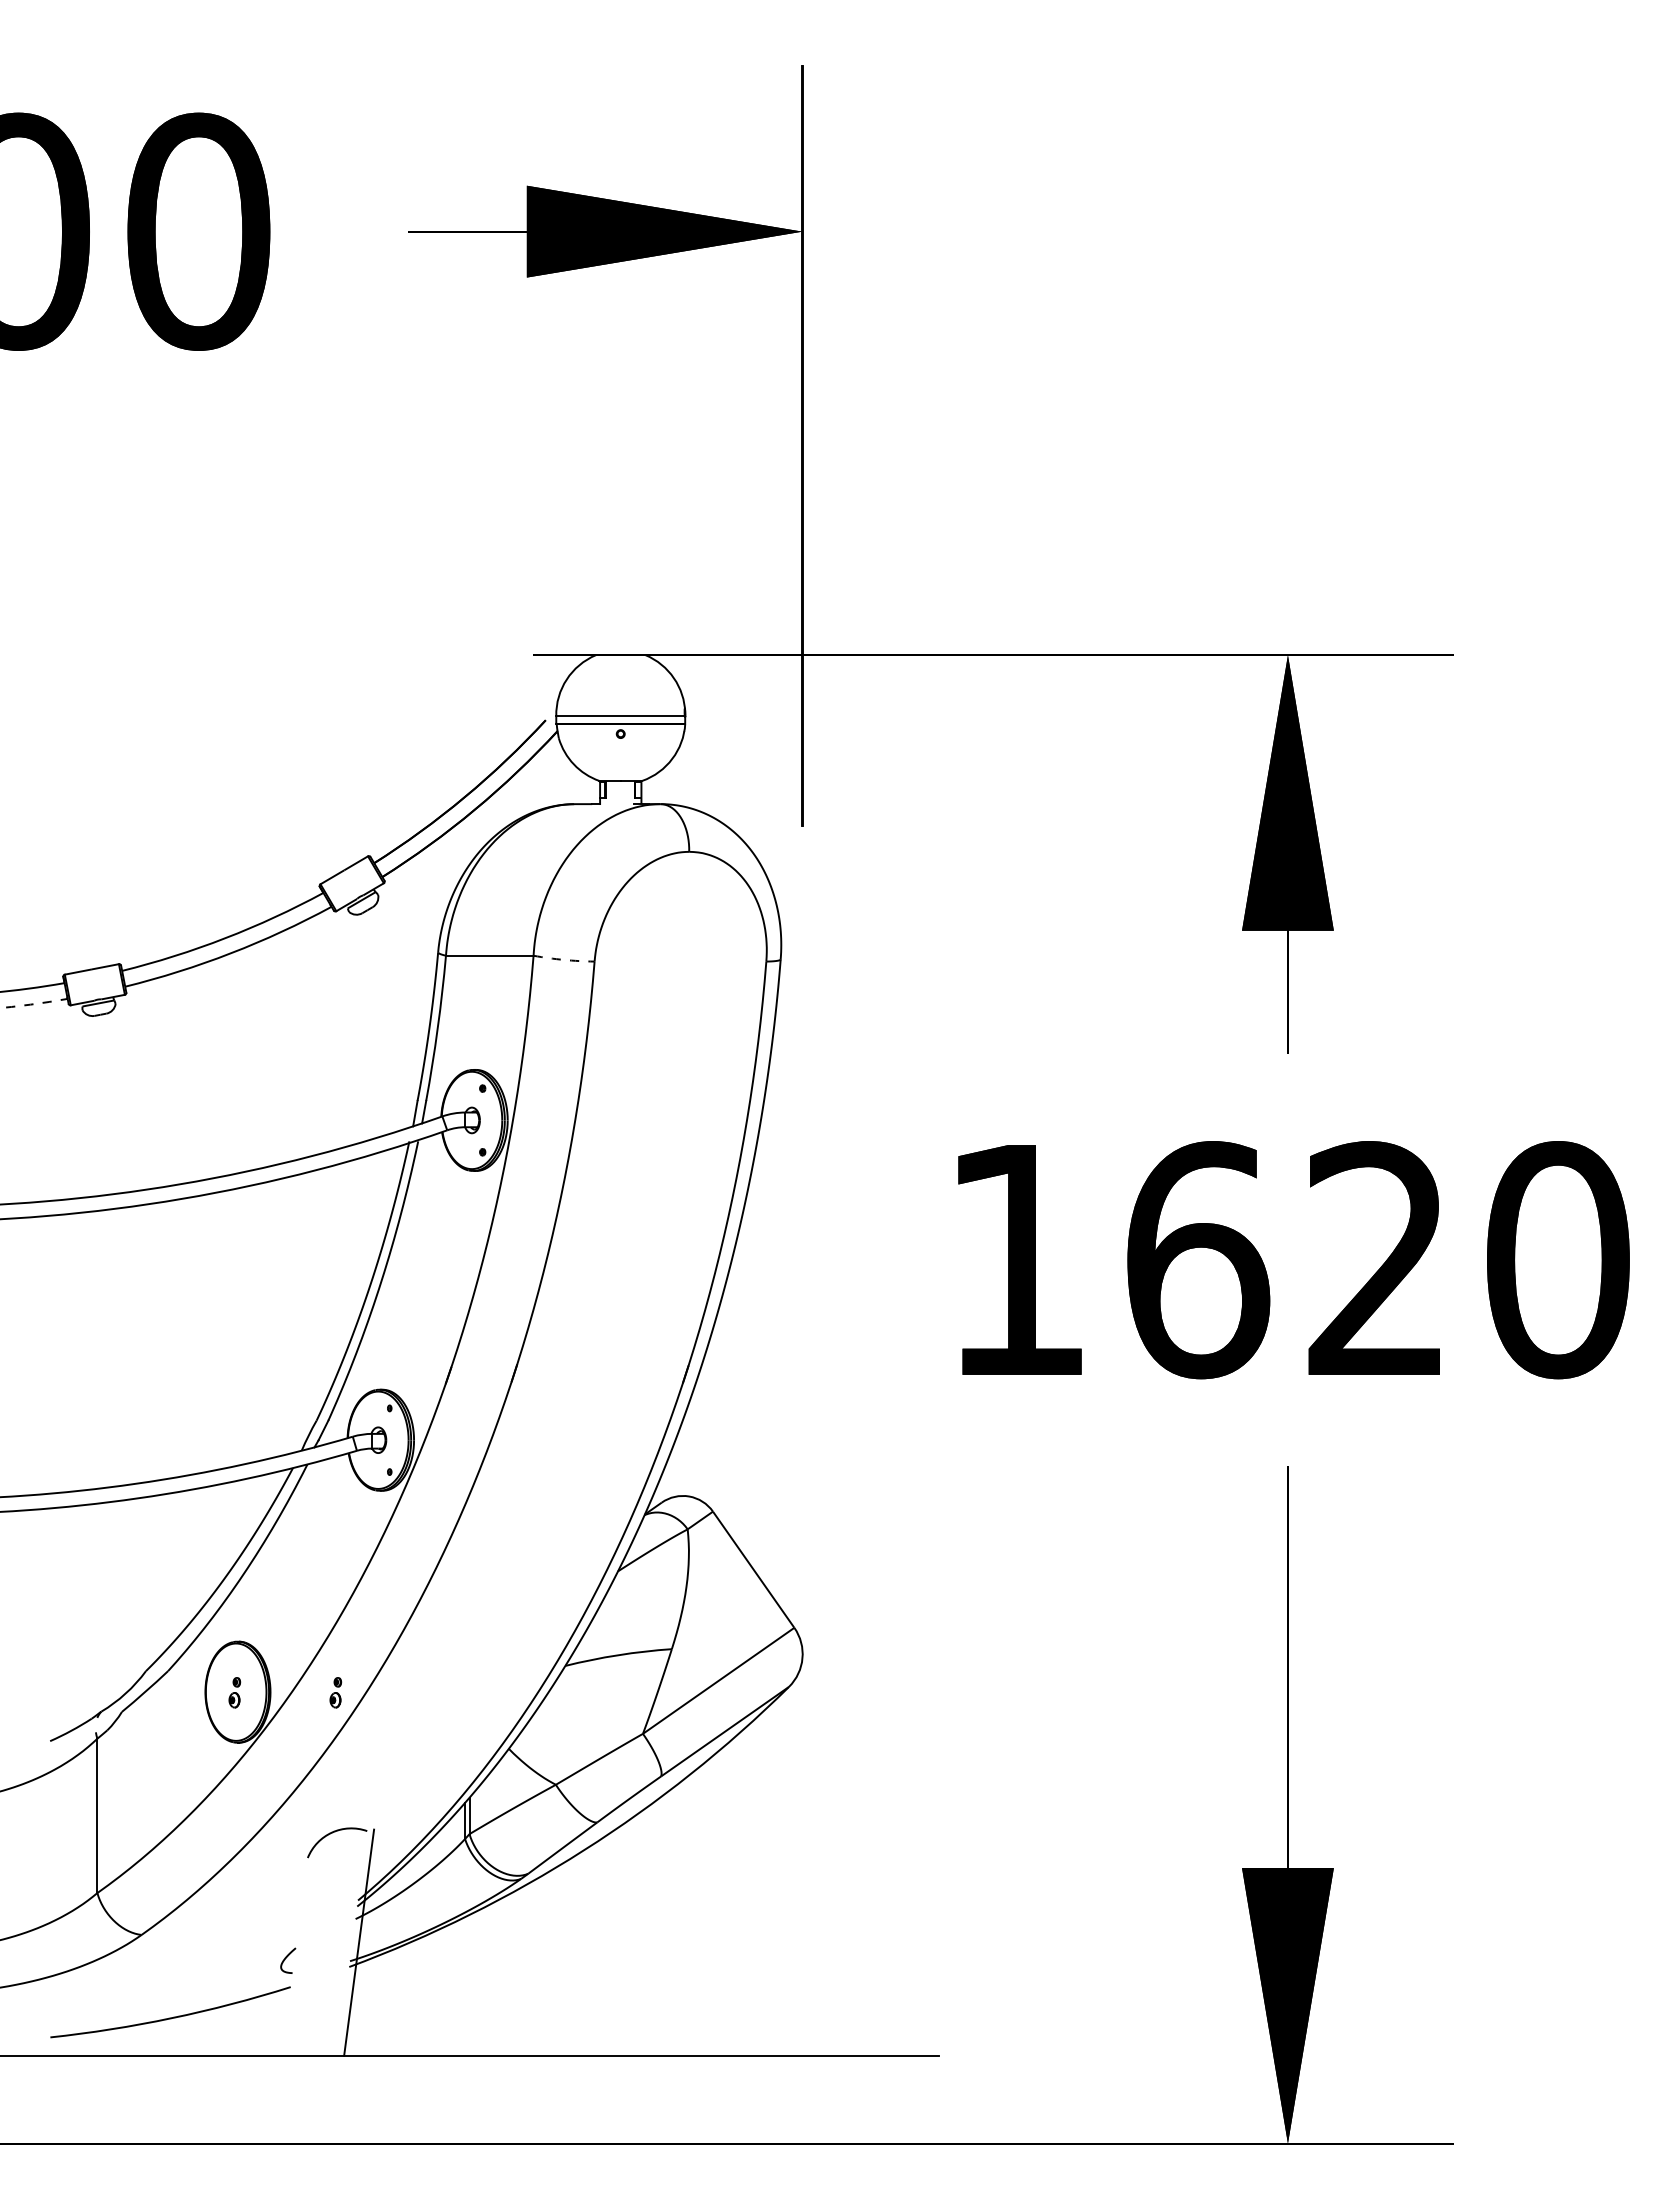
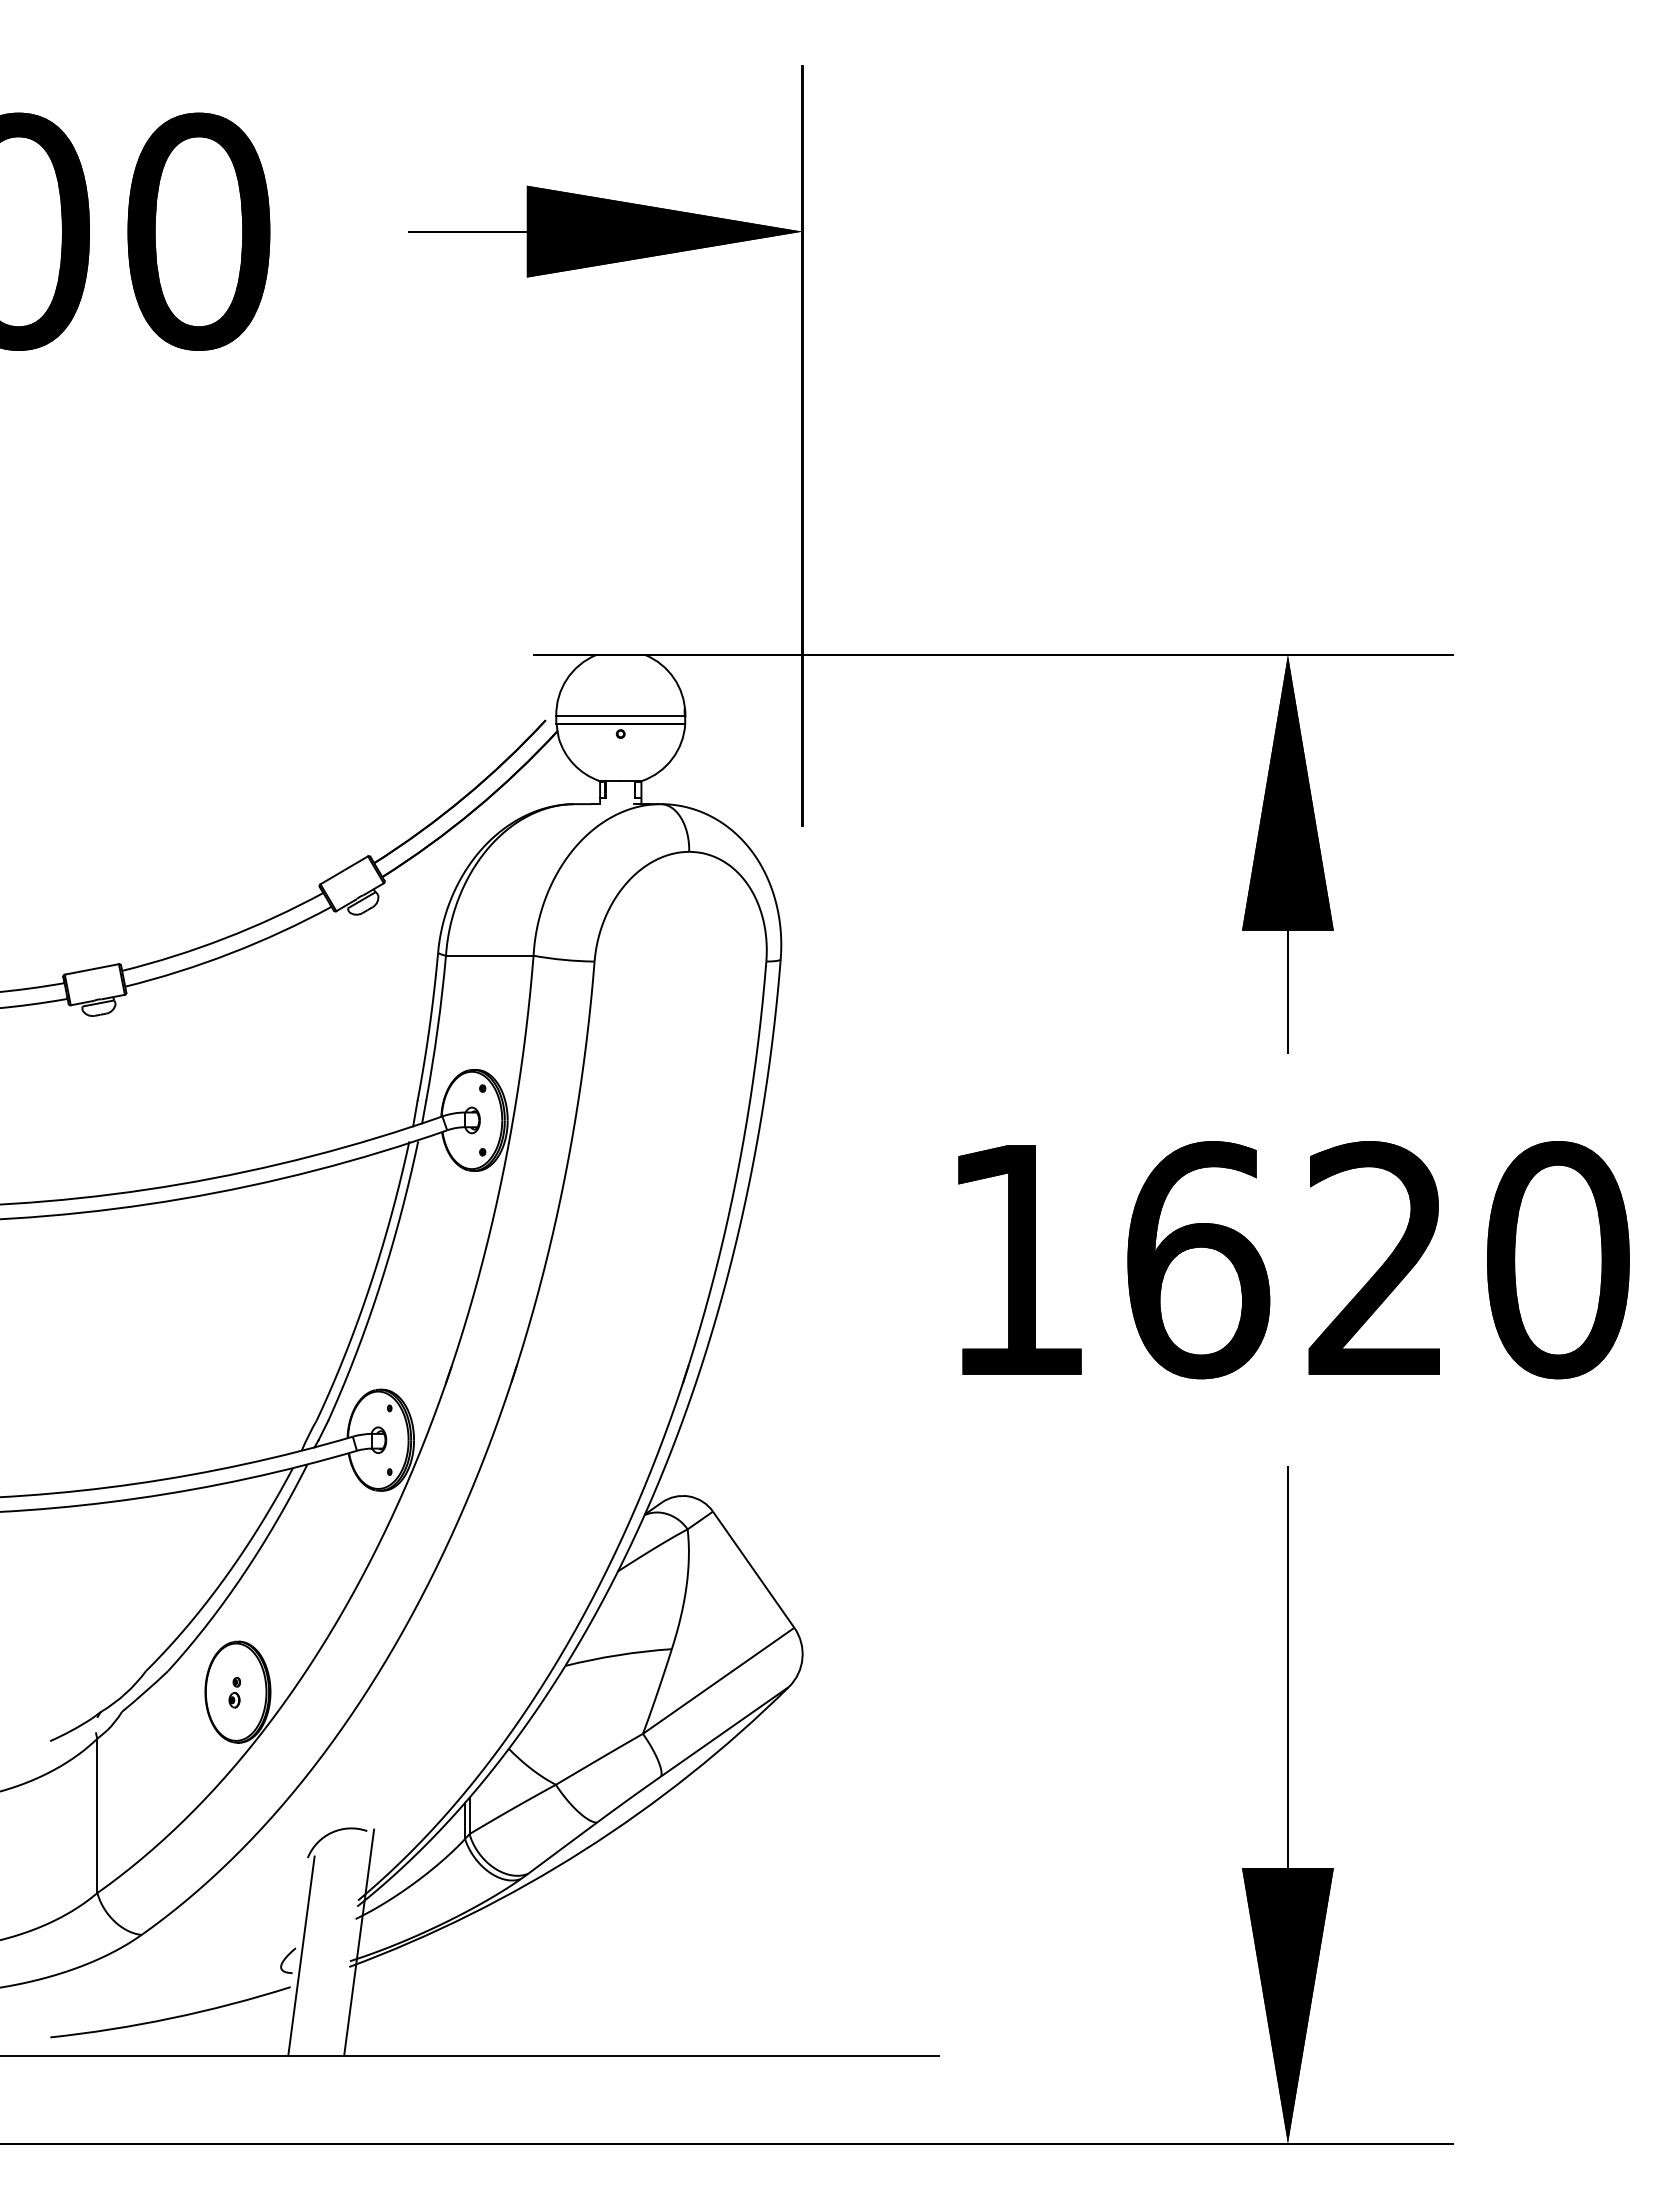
arc at (563, 959): dashed -> solid
arc at (34, 1004): dashed -> solid
part at (335, 1692): present -> none
line at (301, 1955): none -> present
